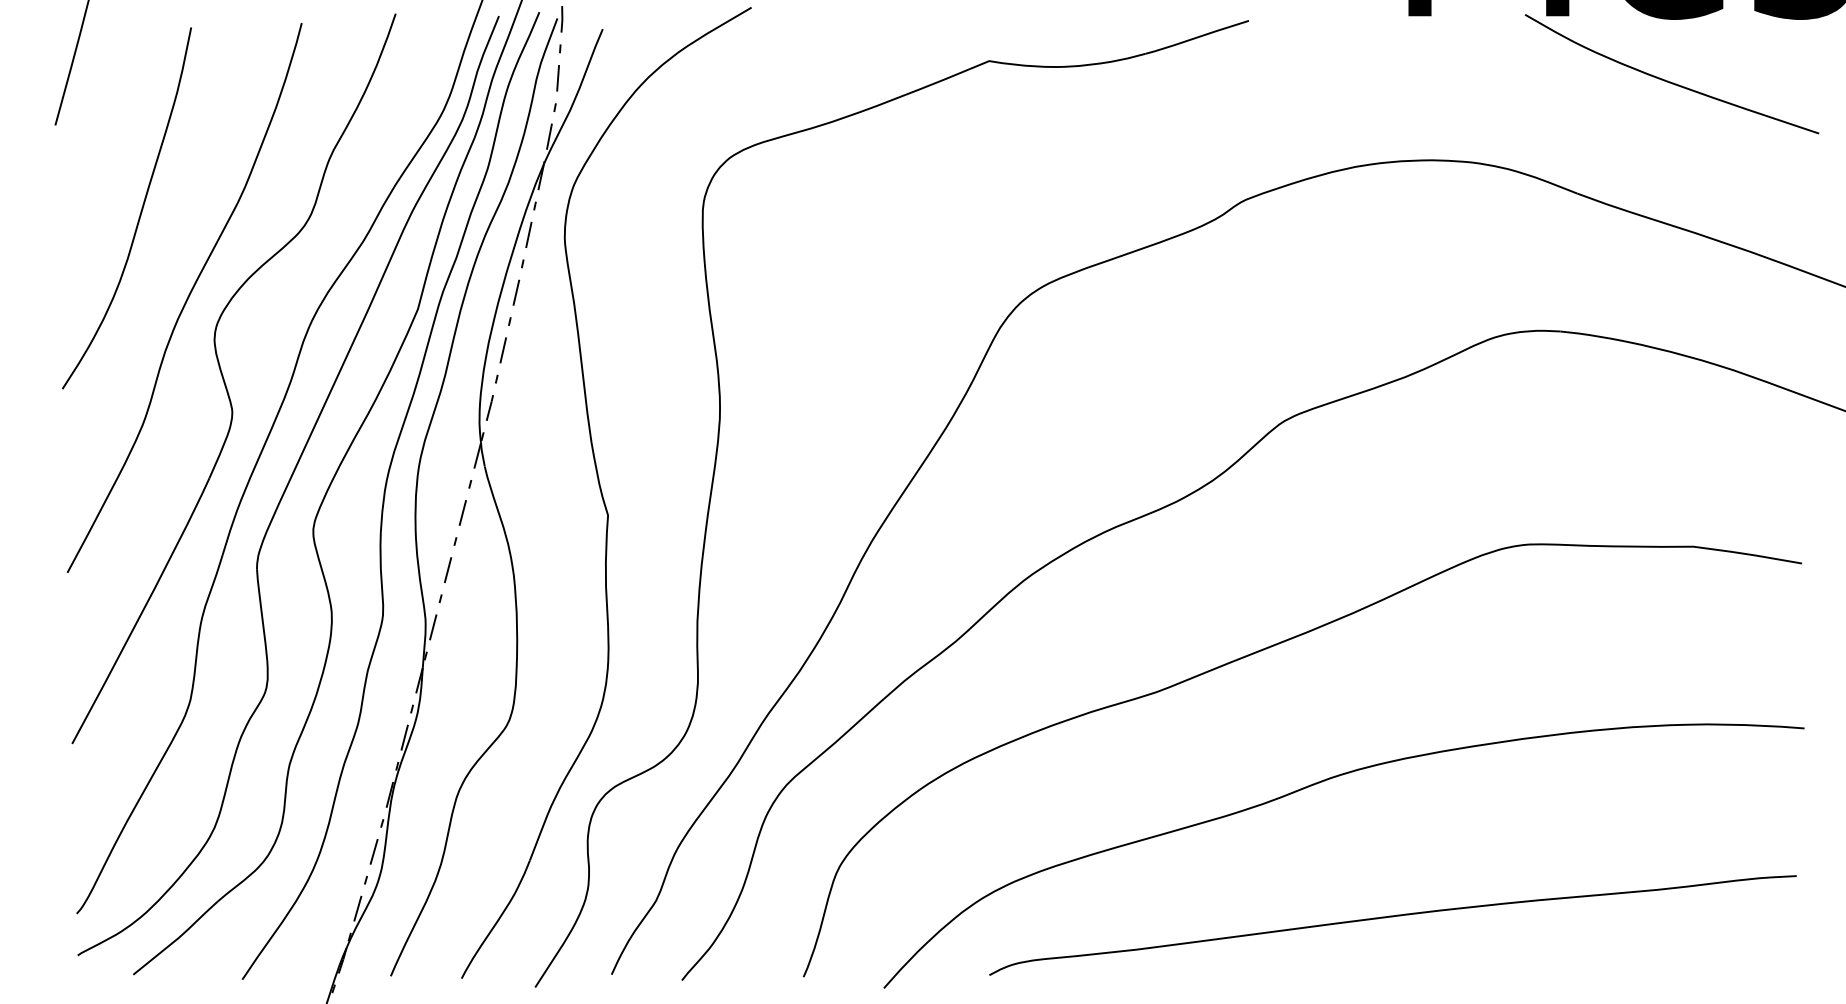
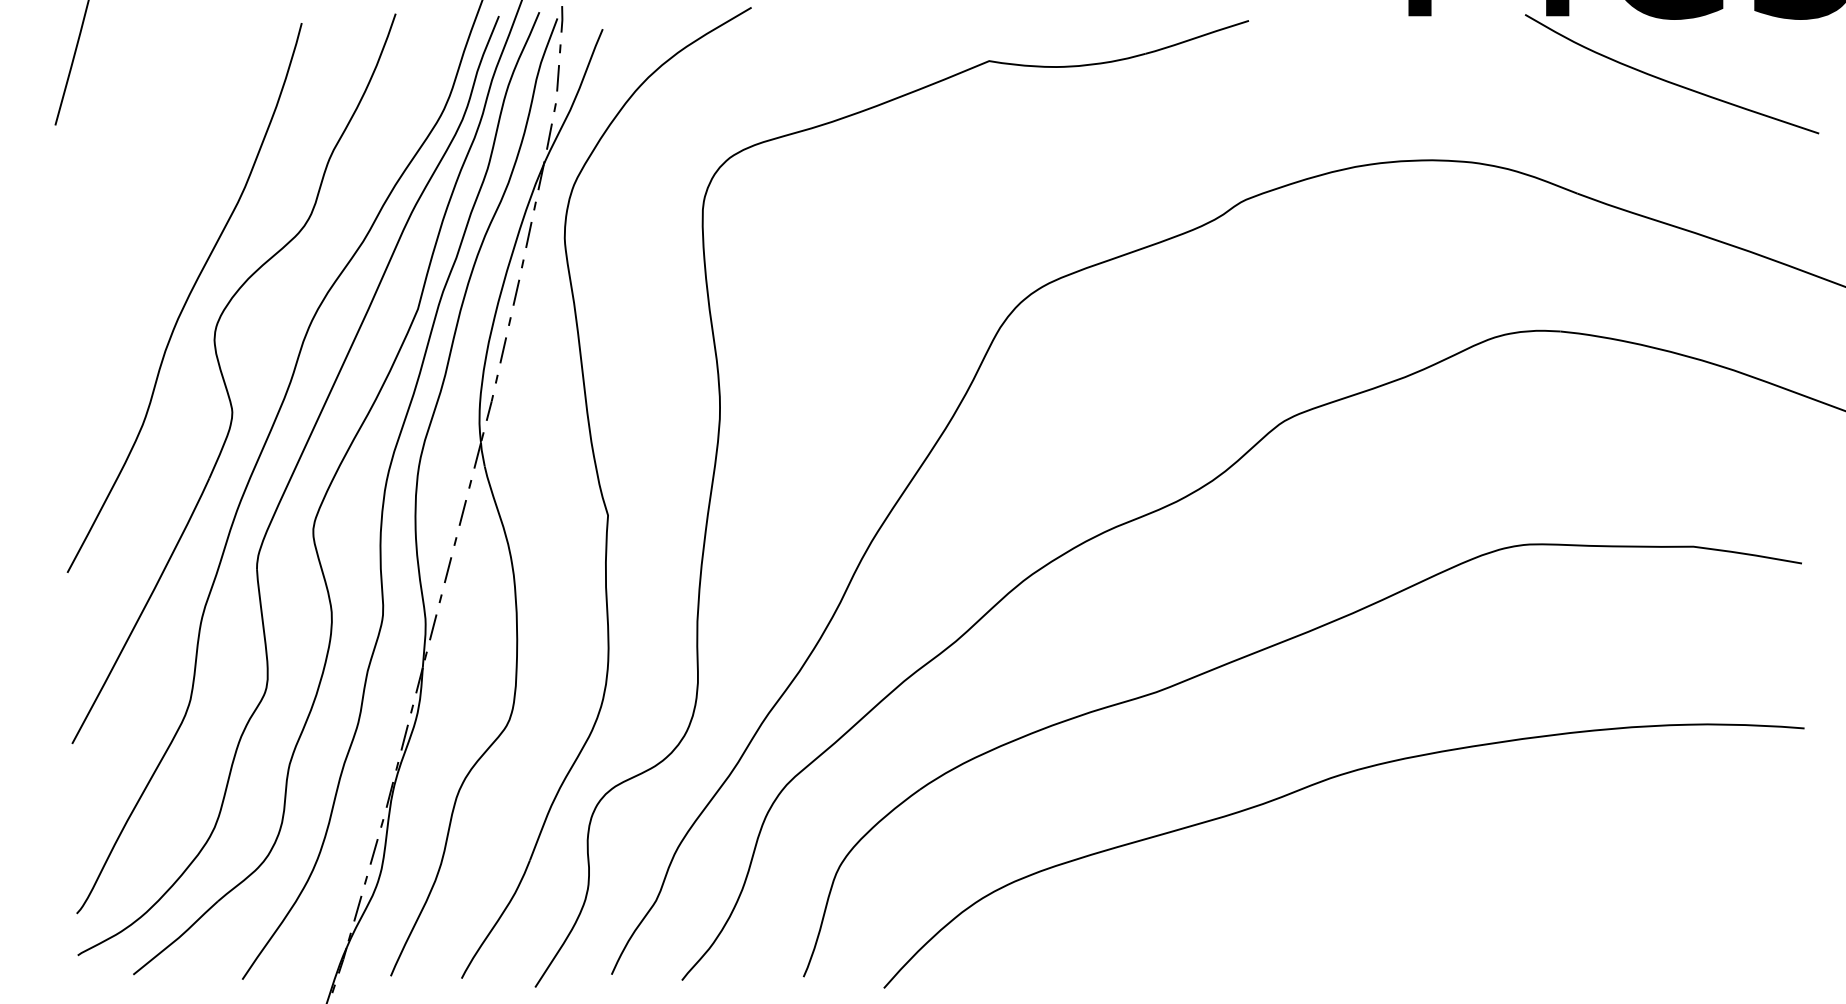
curve at (140, 211): present -> none
curve at (1392, 917): present -> none
